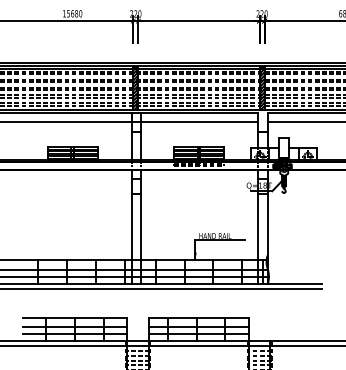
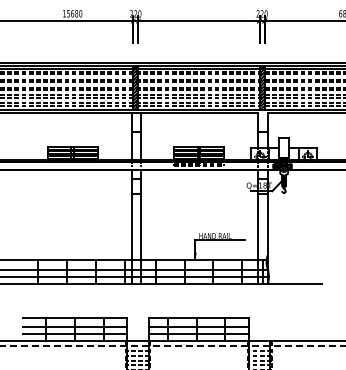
line at (129, 122): present -> none
line at (304, 122): present -> none
line at (161, 289): present -> none
line at (172, 346): solid -> dashed
